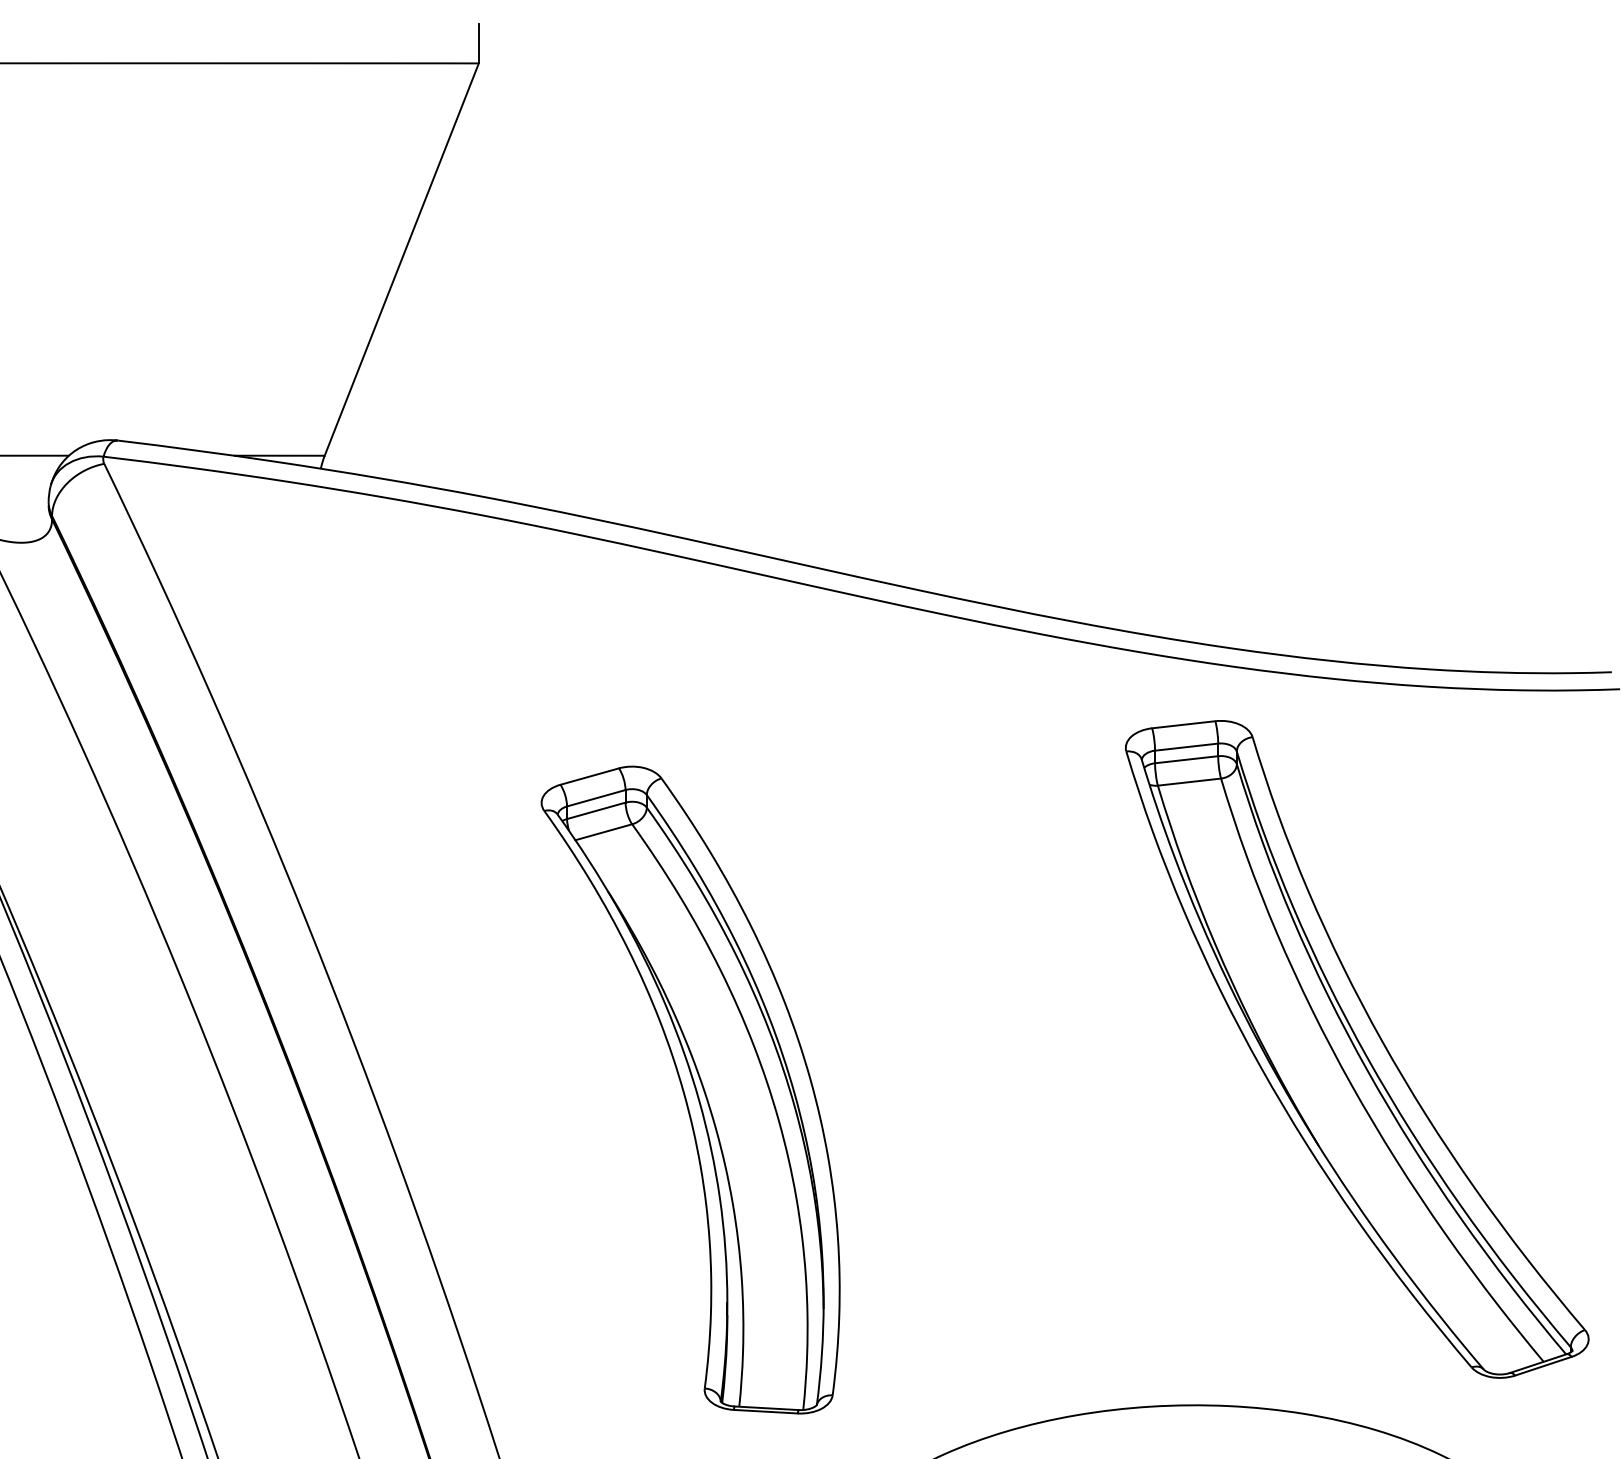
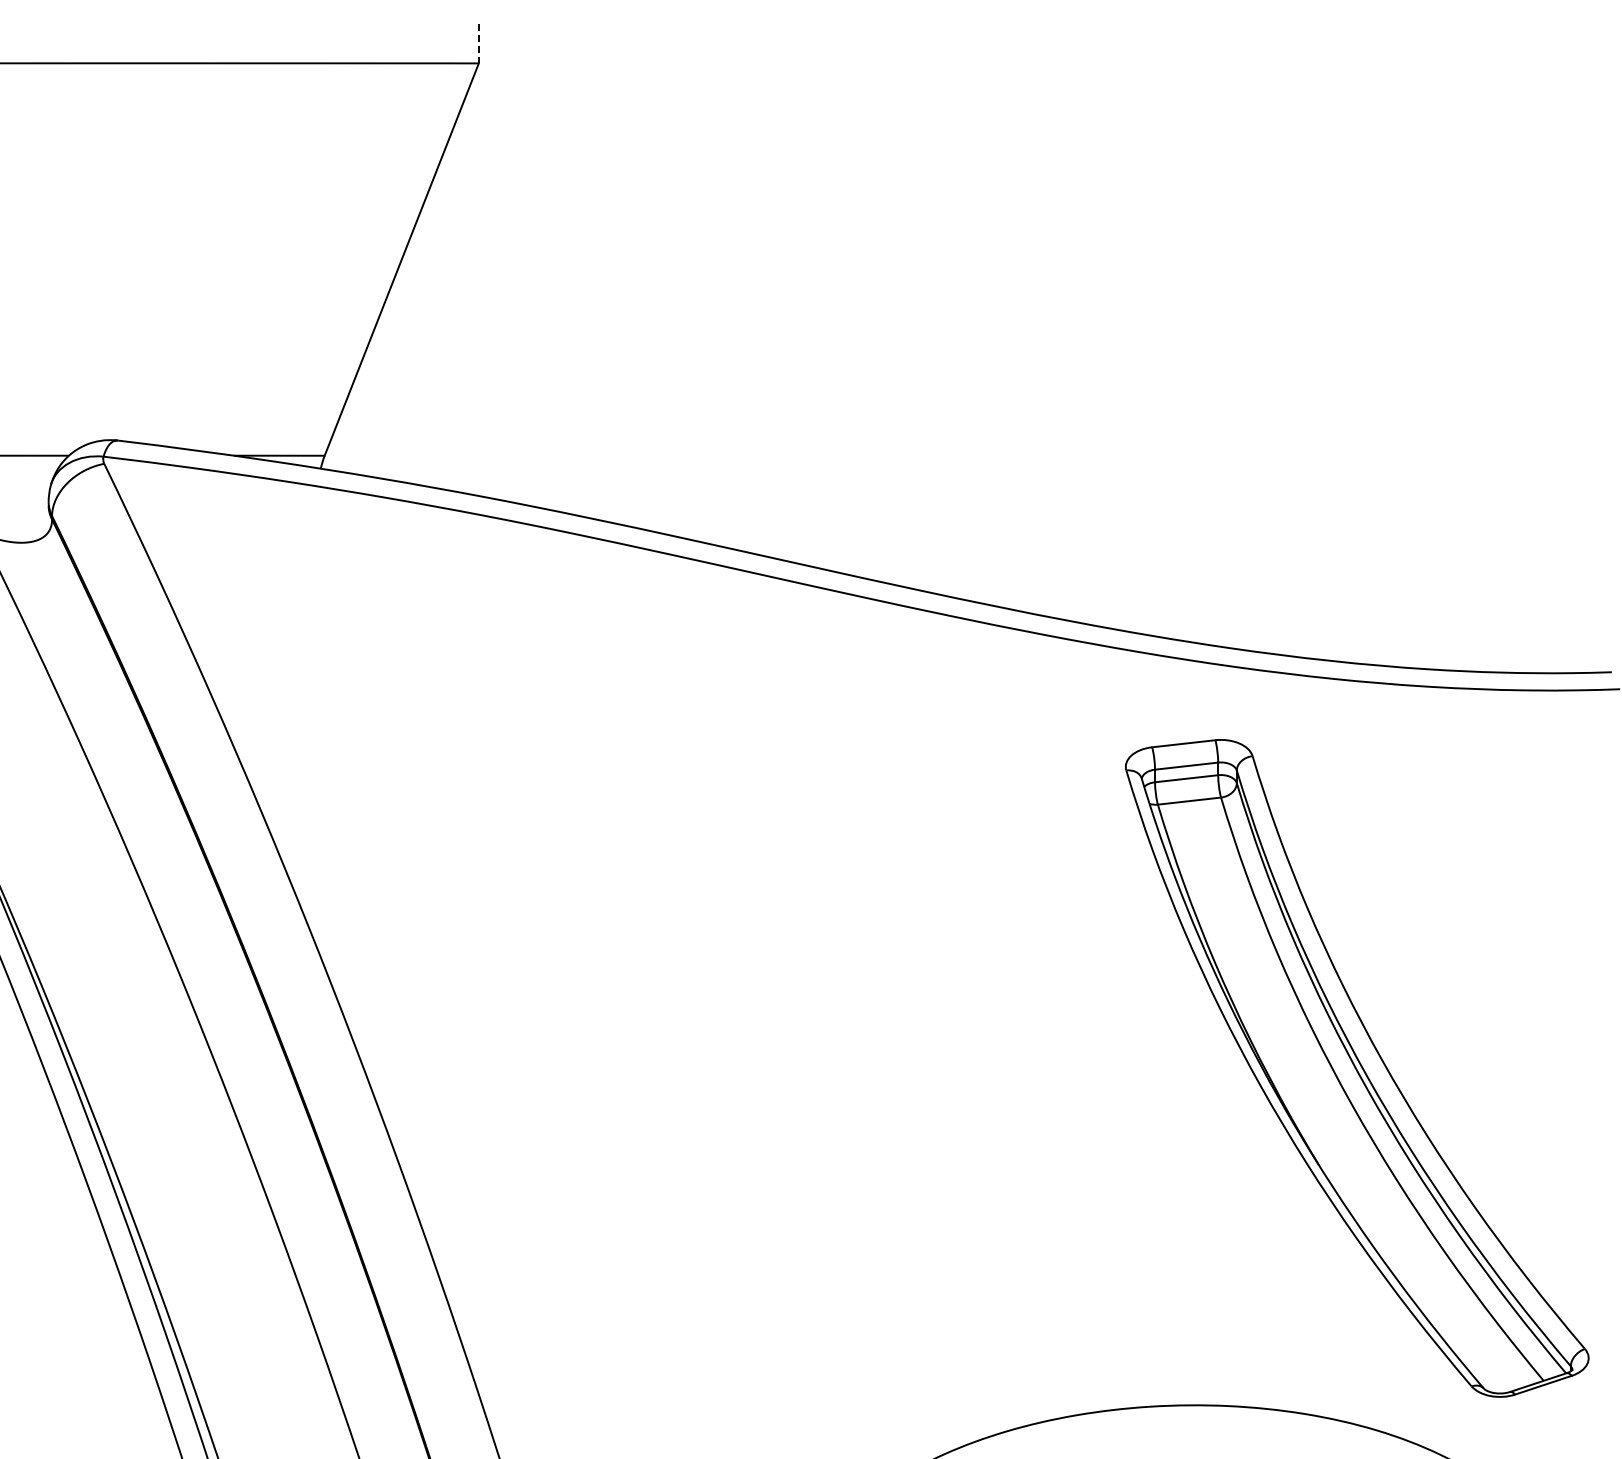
line at (478, 43): solid -> dashed
part at (1357, 1049) position: (1357, 1049) -> (1357, 1068)
part at (690, 1089): present -> none
